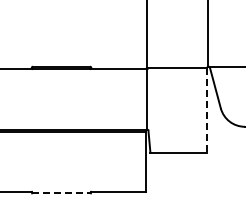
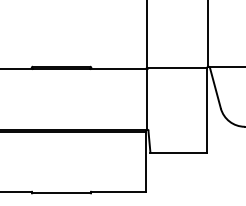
line at (207, 110): dashed -> solid
line at (62, 193): dashed -> solid
